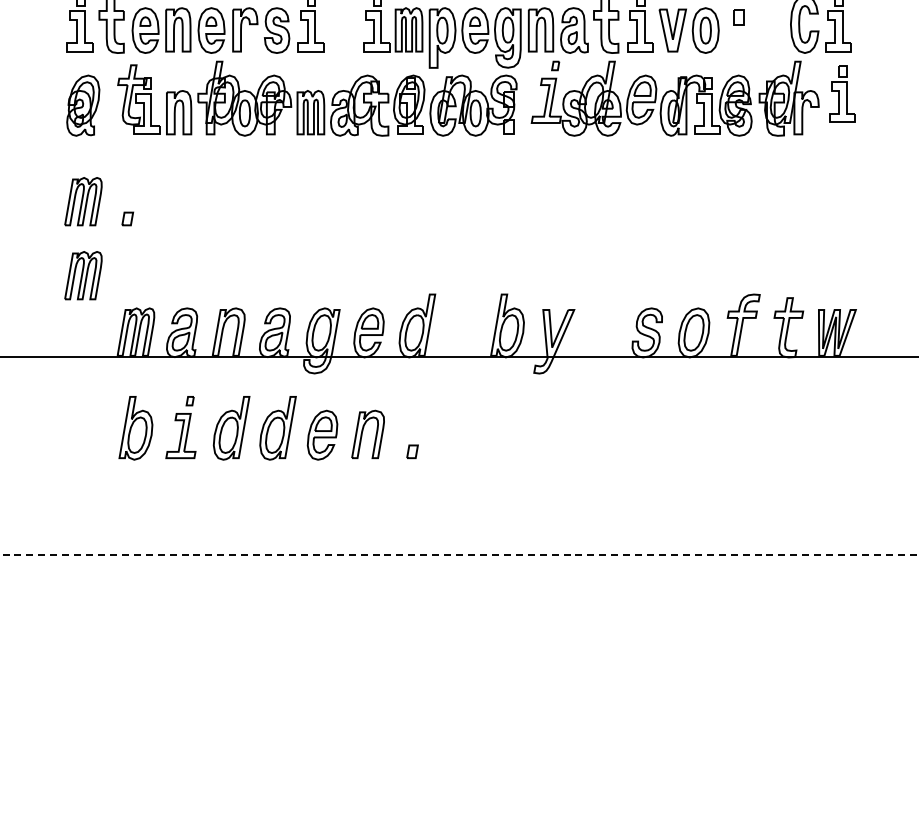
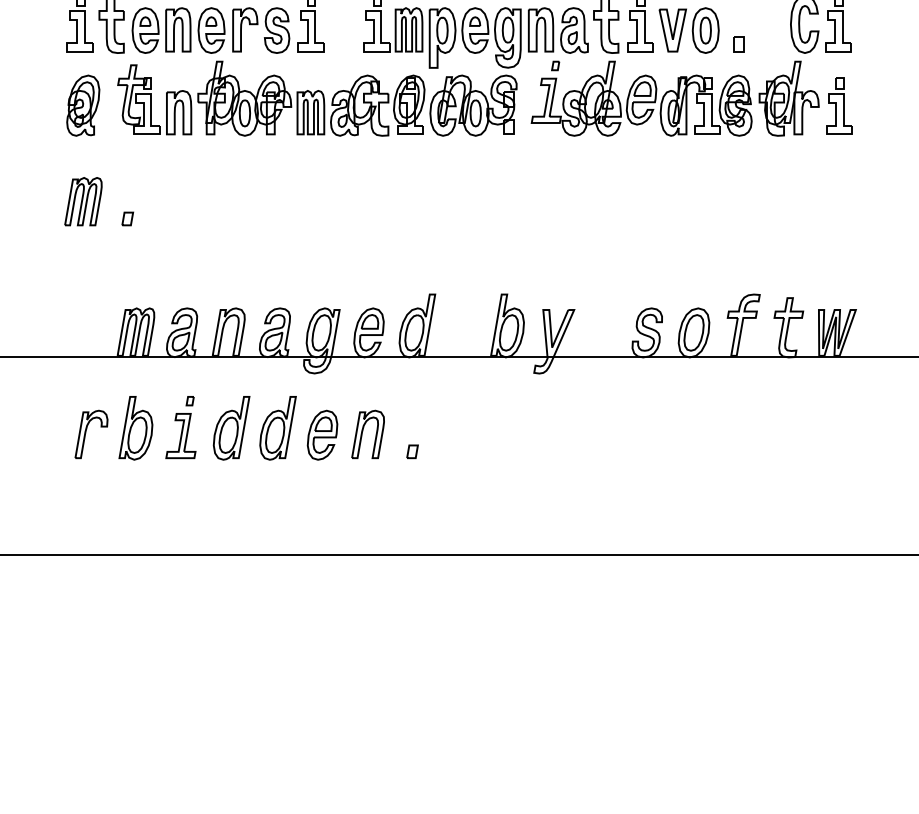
part at (738, 17) position: (738, 17) -> (738, 44)
part at (842, 93) position: (842, 93) -> (839, 105)
part at (83, 275): present -> none
part at (91, 434): none -> present
line at (458, 554): dashed -> solid
